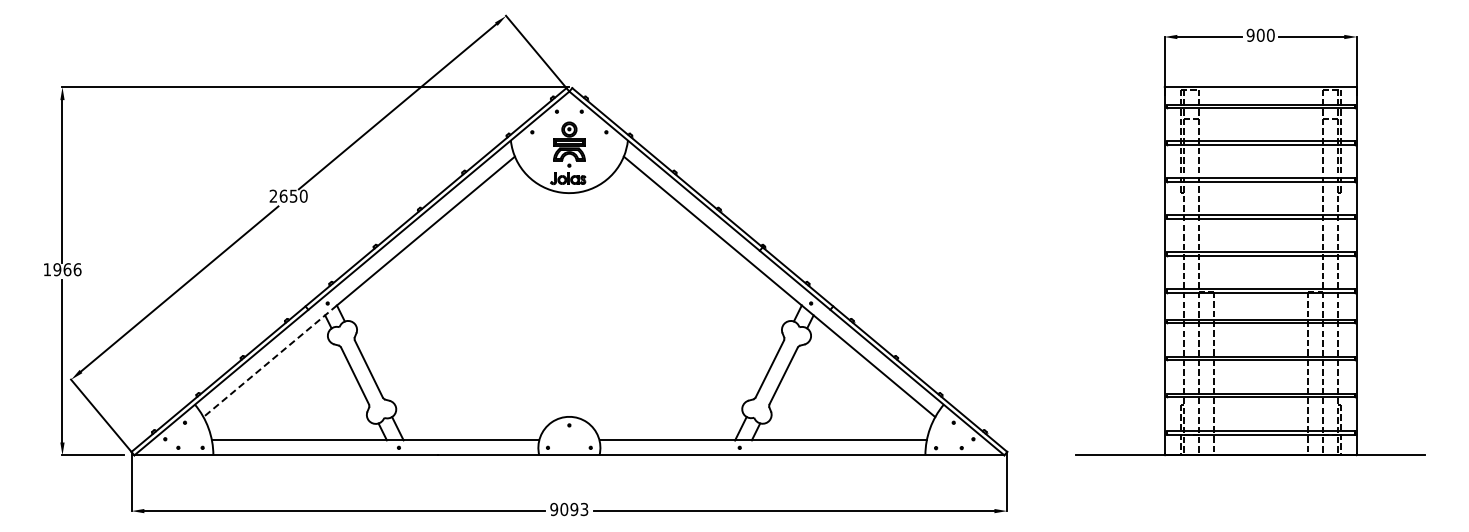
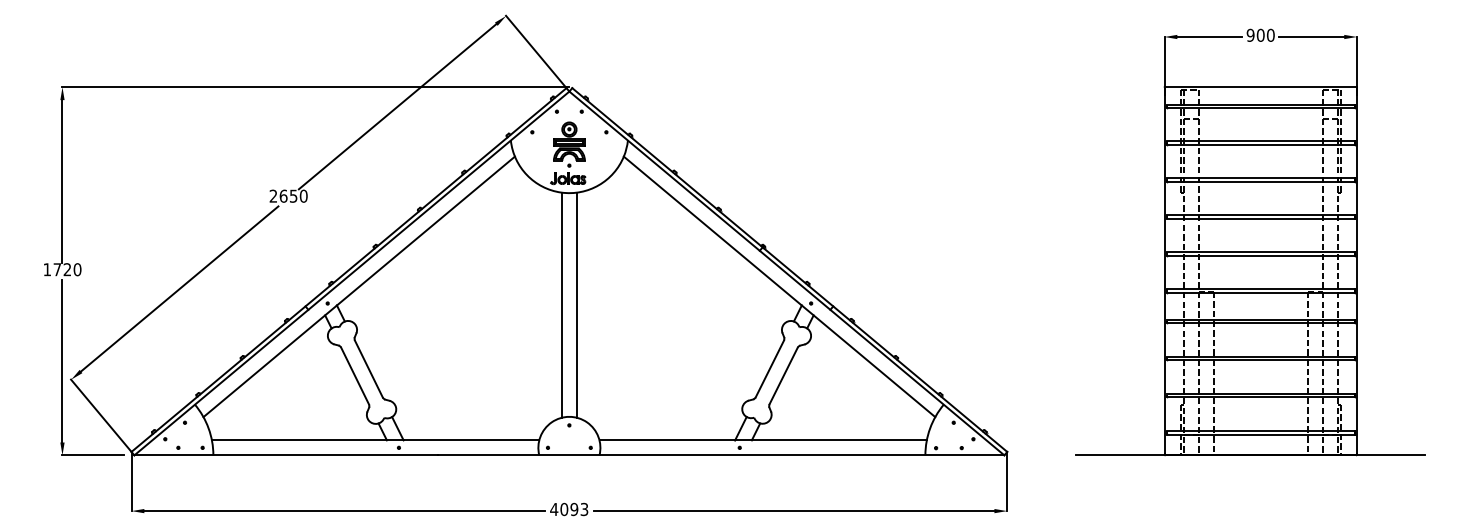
text at (67, 269): 1966 -> 1720
line at (561, 304): none -> present
line at (576, 304): none -> present
line at (270, 361): dashed -> solid
text at (554, 509): 9093 -> 4093
